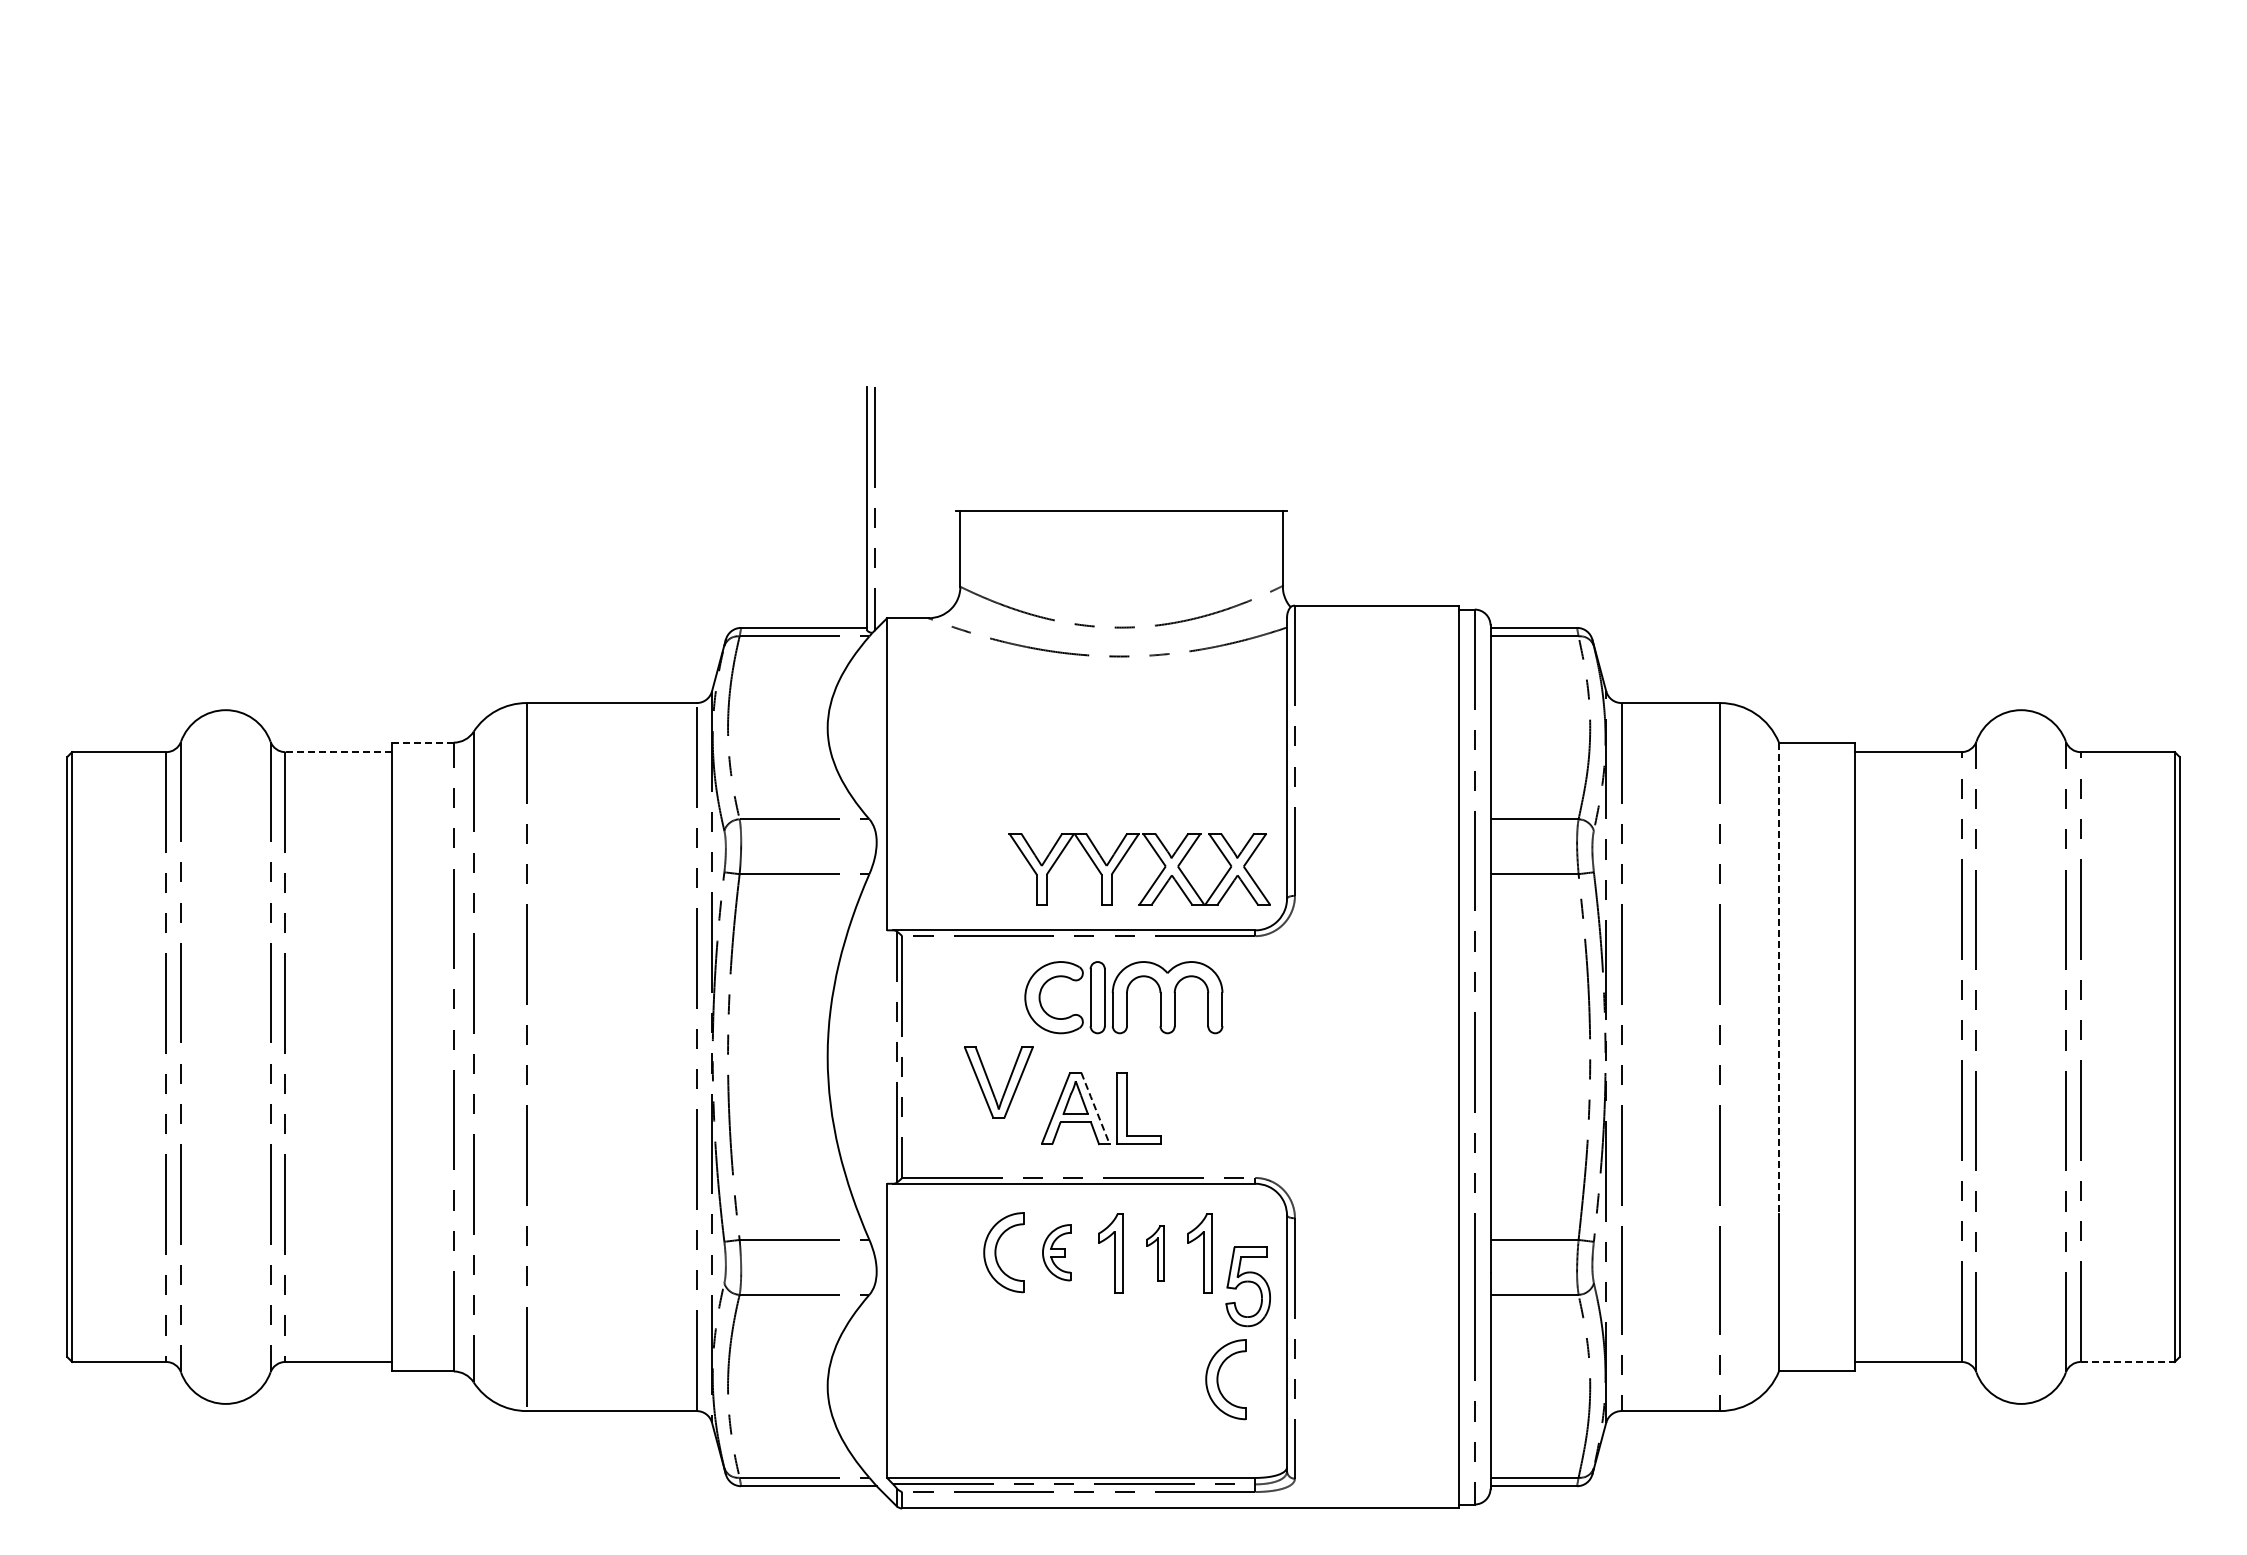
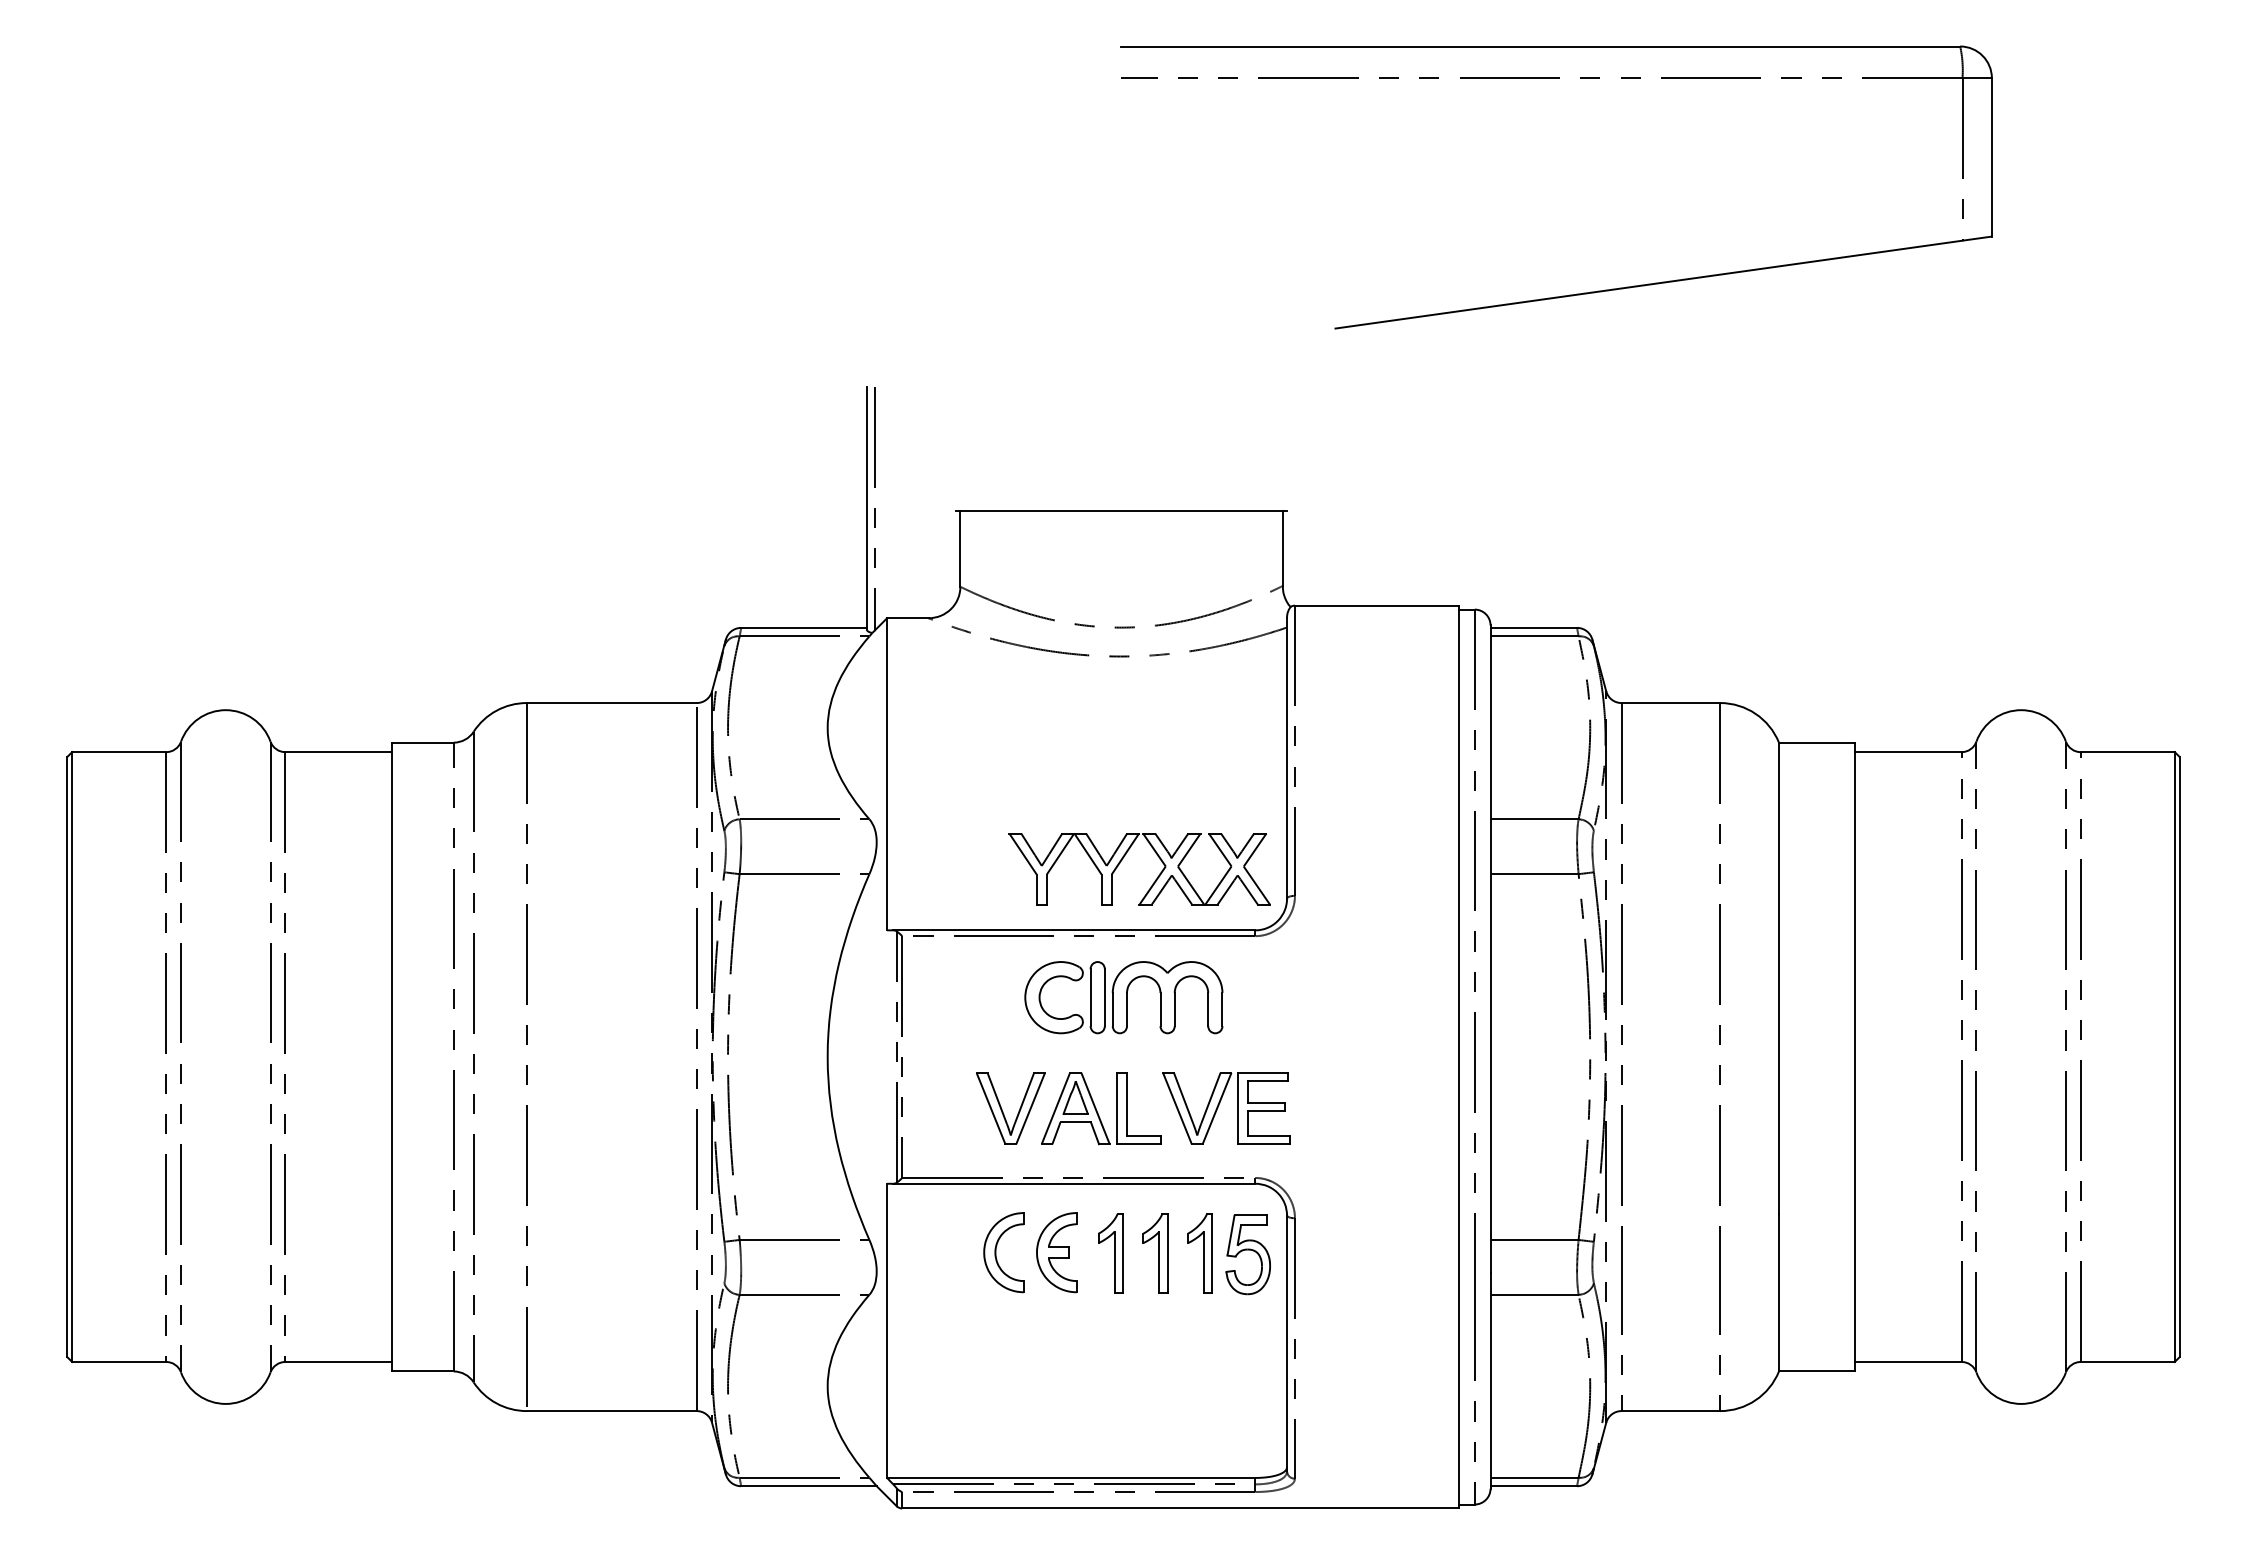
part at (1569, 294): none -> present
line at (422, 742): dashed -> solid
line at (338, 752): dashed -> solid
line at (1778, 978): dashed -> solid
part at (991, 1085) position: (991, 1085) -> (1003, 1111)
part at (1219, 1105): none -> present
line at (1095, 1108): dashed -> solid
part at (1056, 1252) size: 30x58 px -> 42x82 px
part at (1155, 1253) size: 19x57 px -> 27x81 px
part at (1247, 1286) position: (1247, 1286) -> (1247, 1254)
line at (2127, 1361): dashed -> solid
part at (1218, 1379): present -> none
